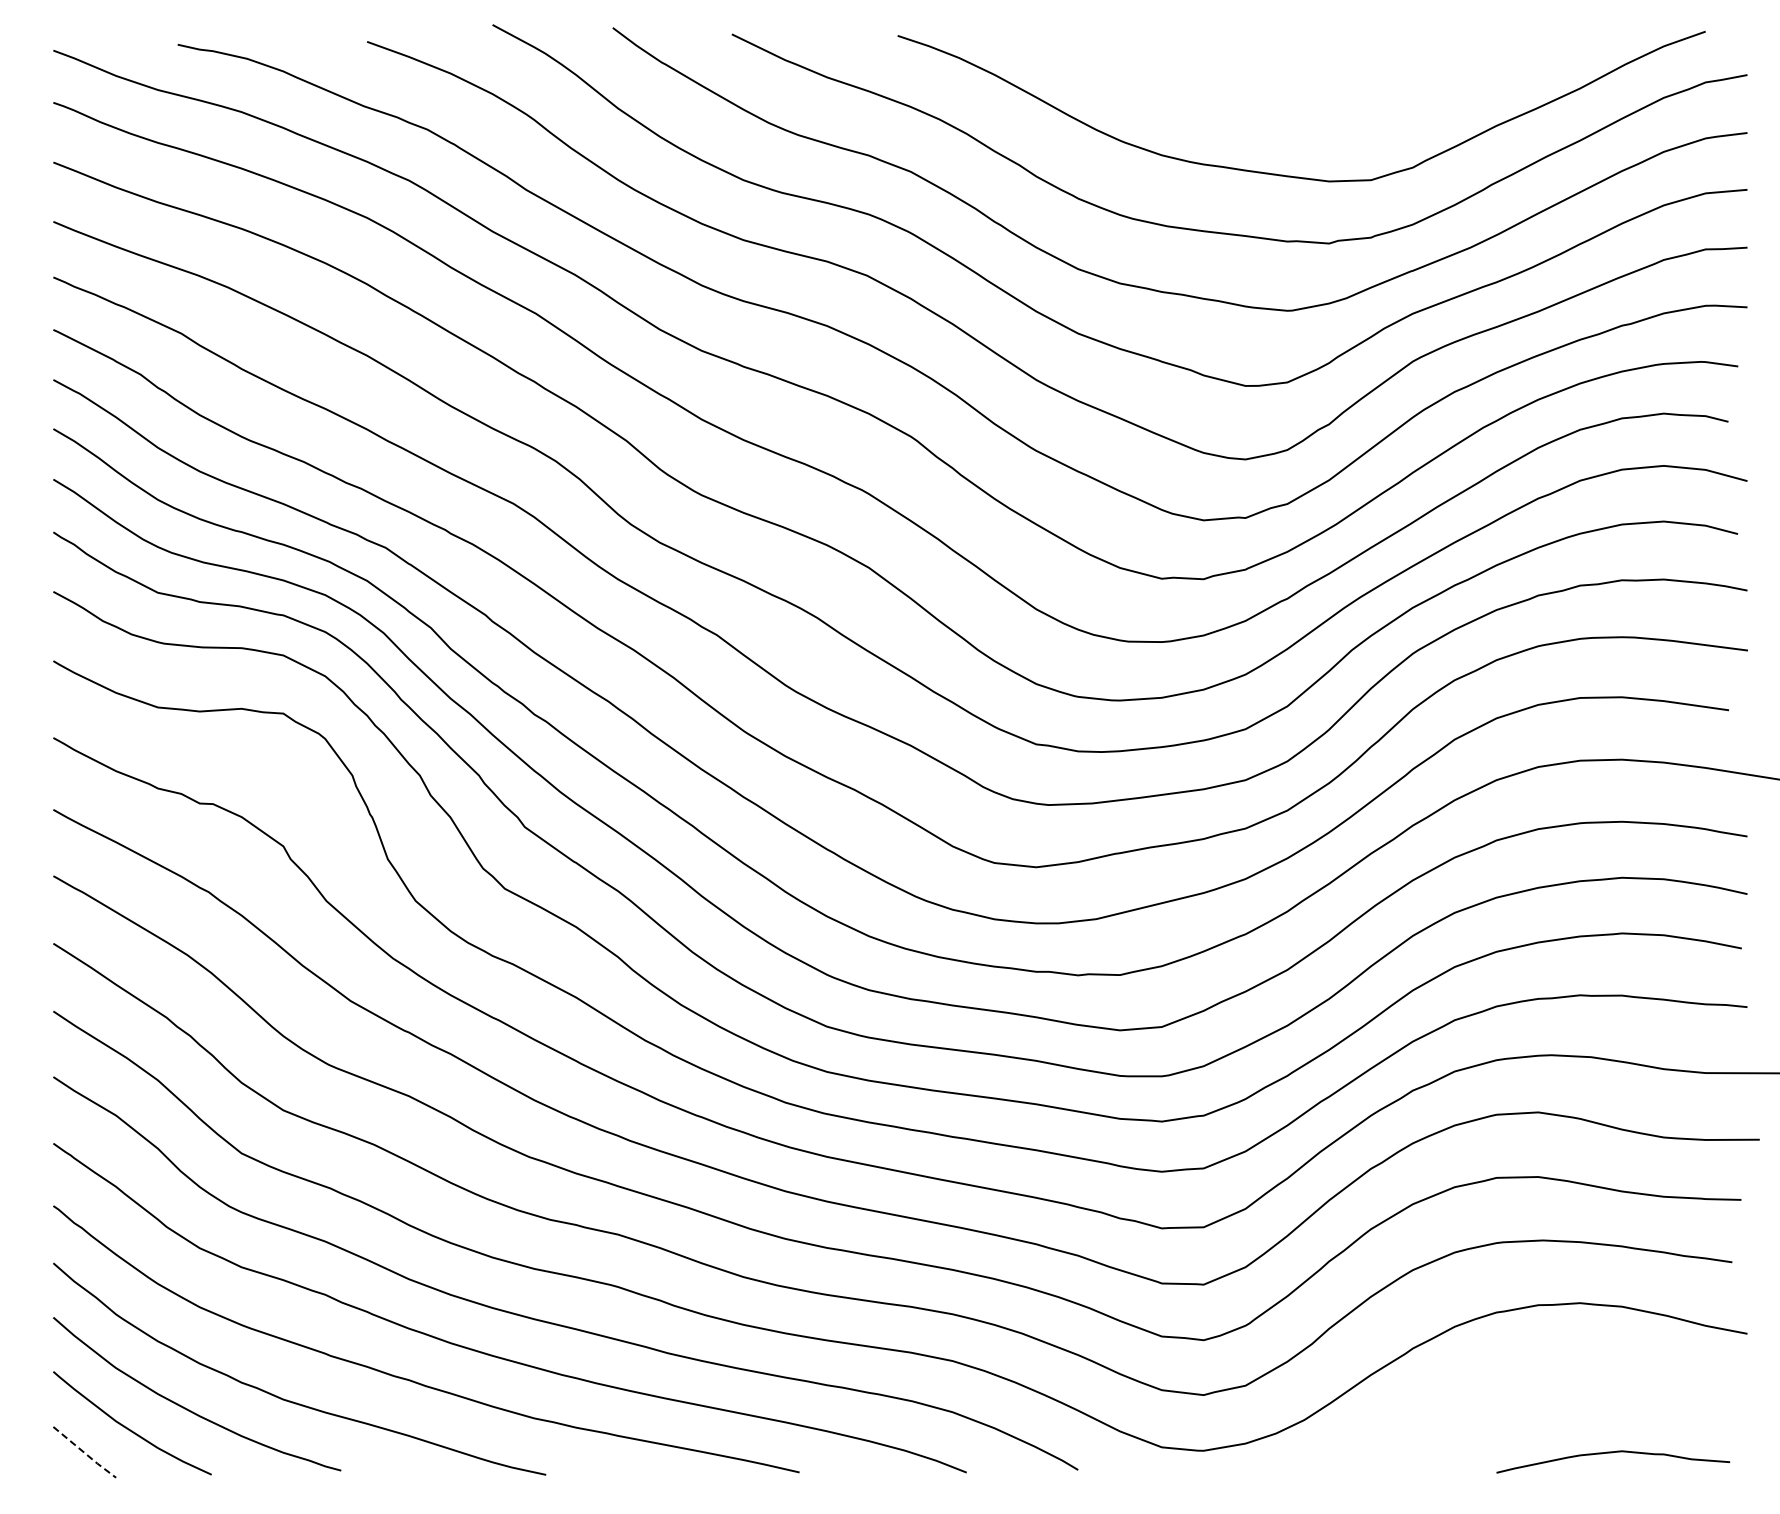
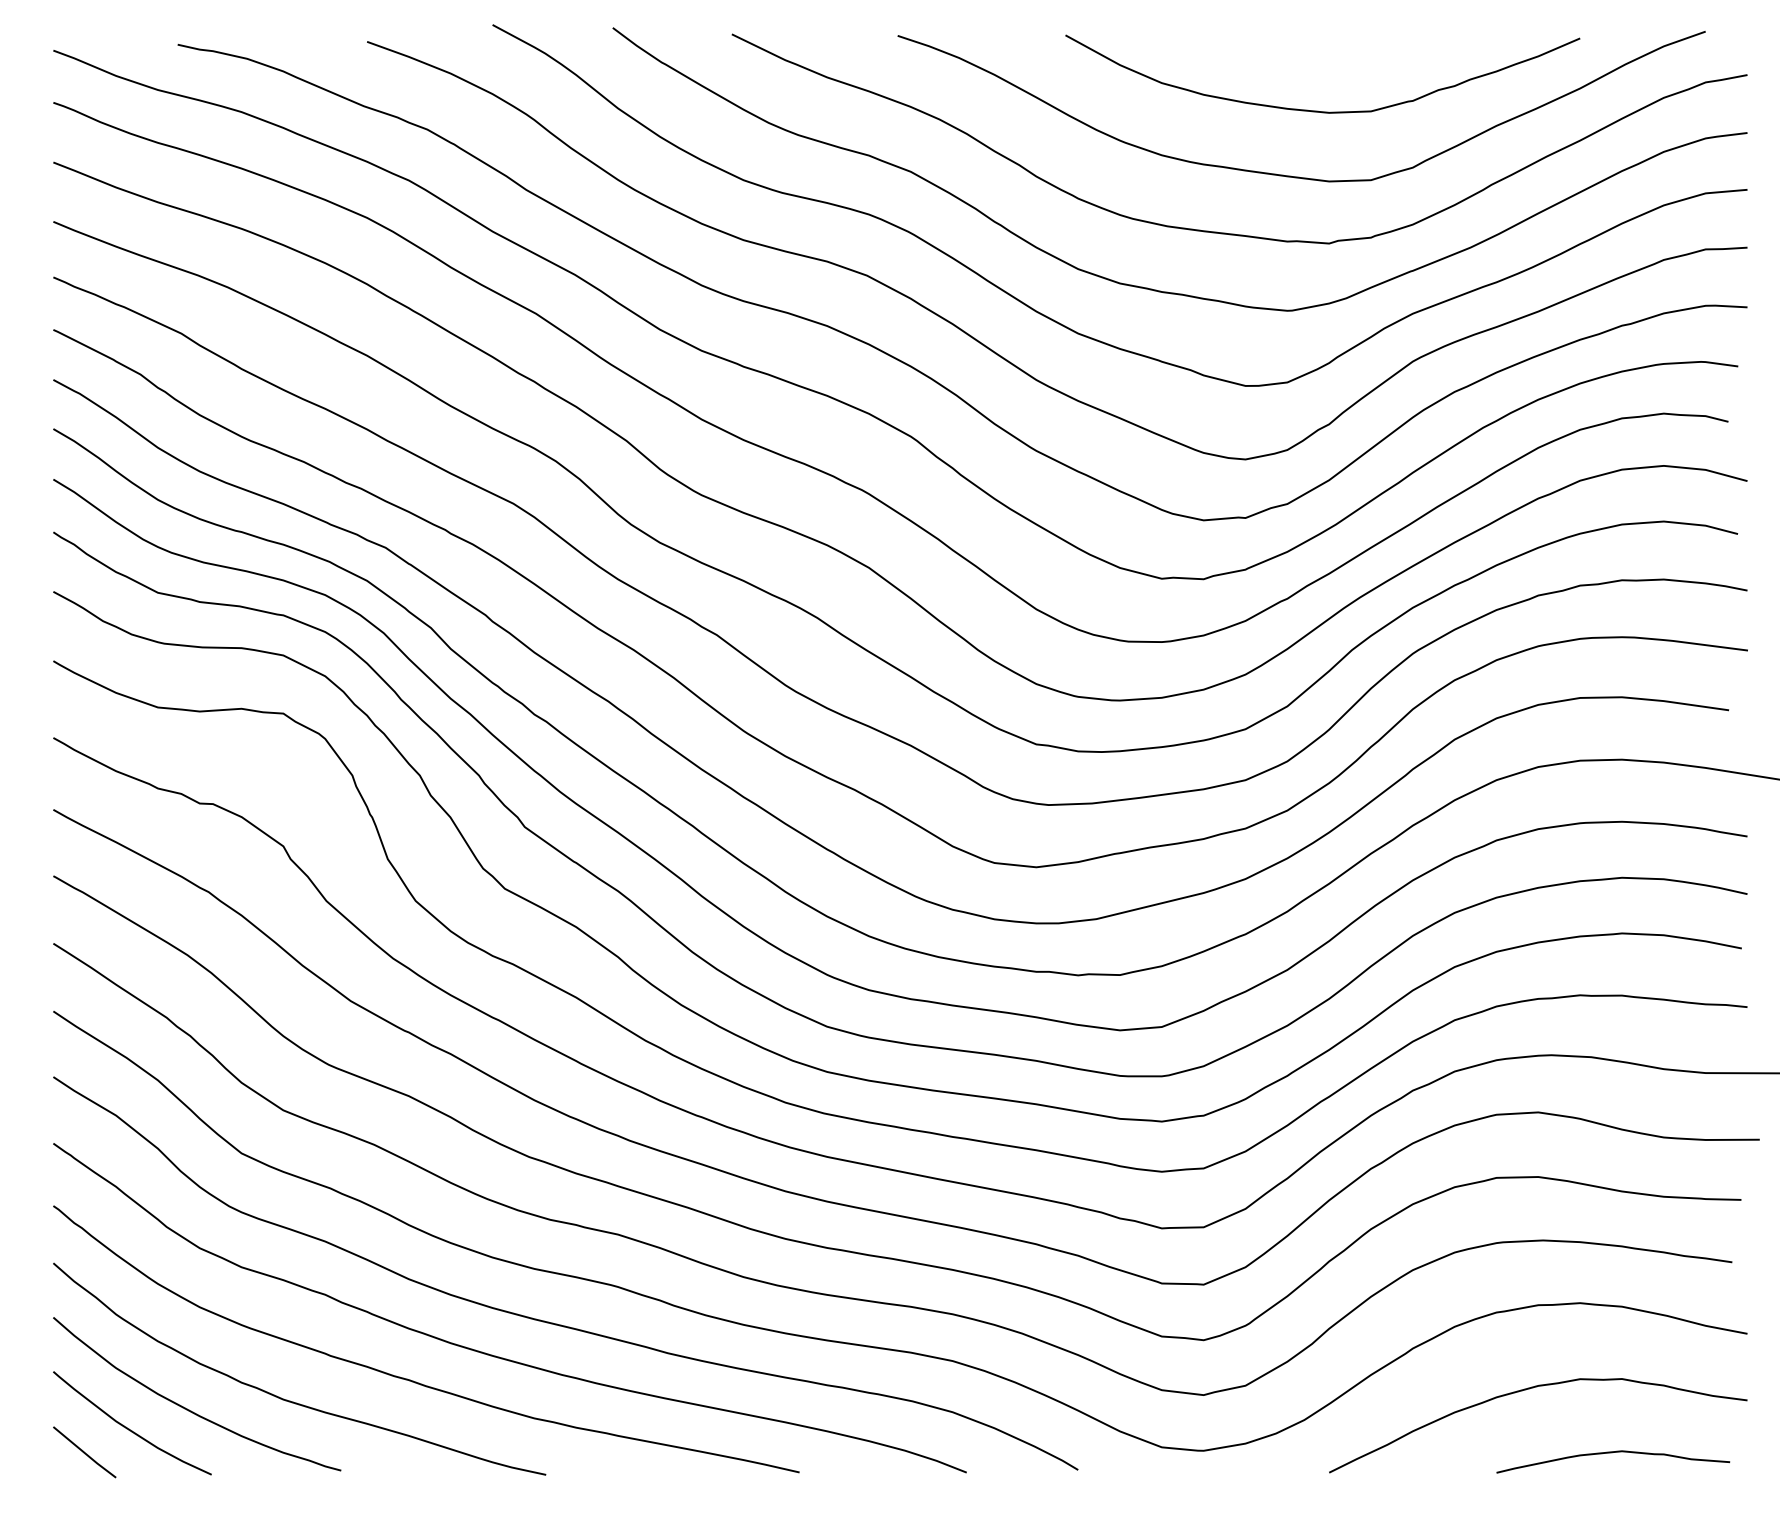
curve at (1318, 110): none -> present
curve at (1526, 1390): none -> present
line at (85, 1453): dashed -> solid
